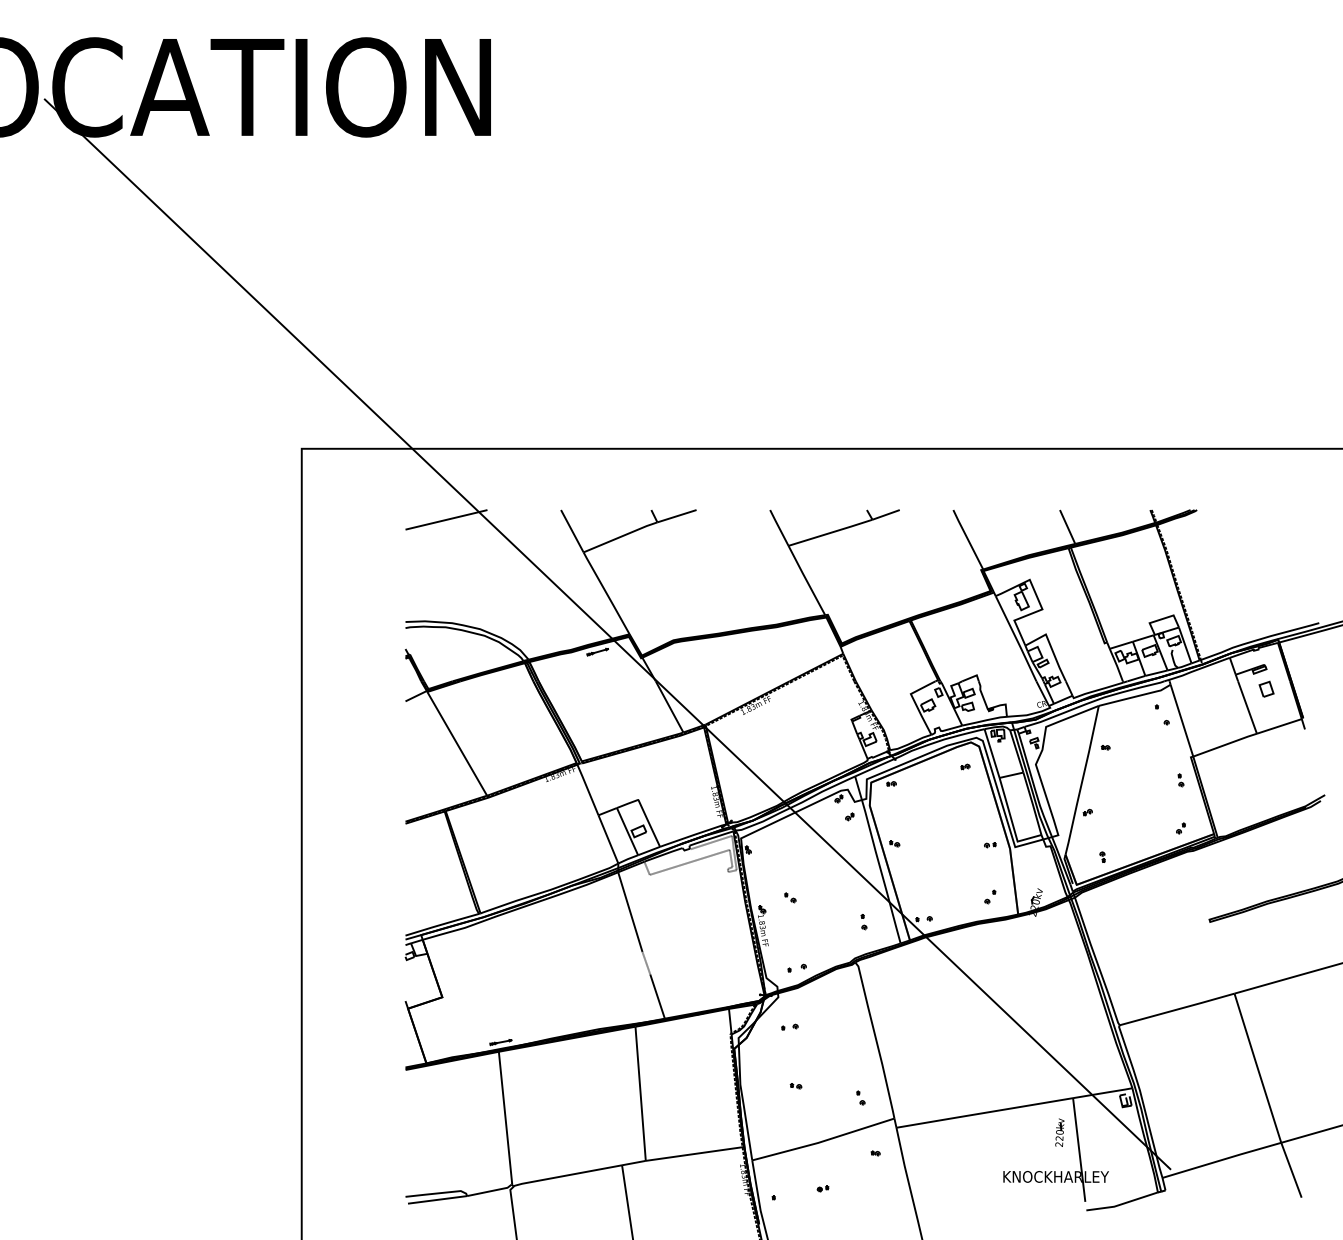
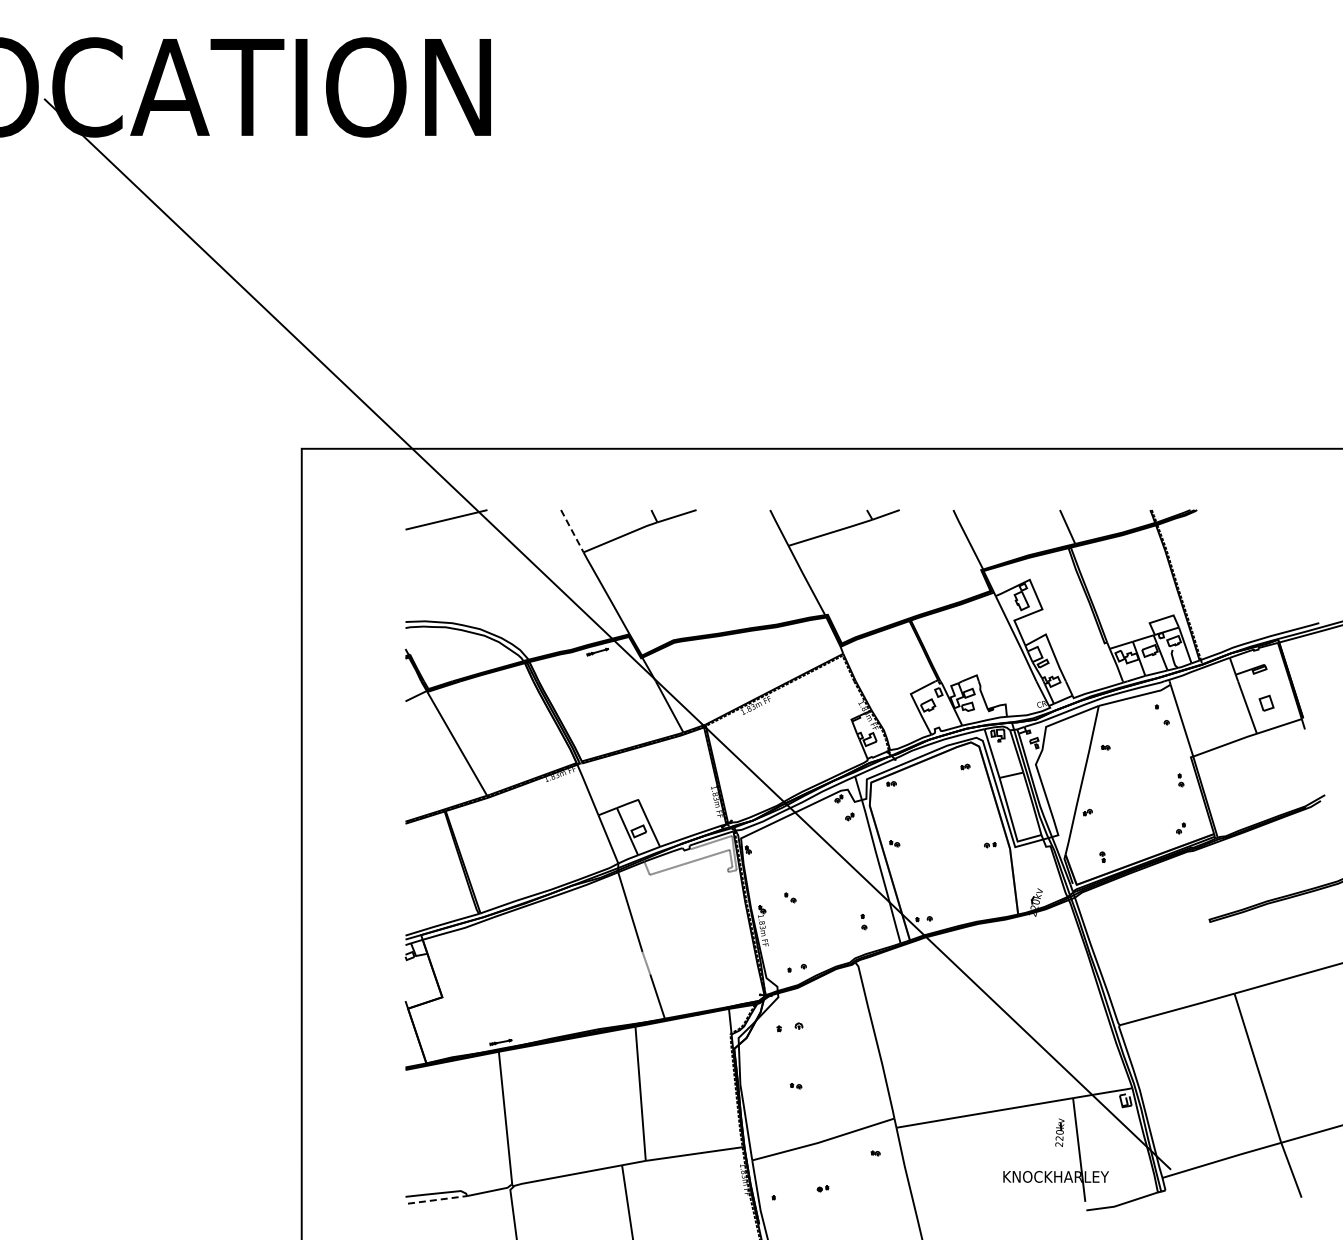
line at (572, 531): solid -> dashed
part at (1266, 688) position: (1266, 688) -> (1266, 702)
part at (990, 896): present -> none
part at (789, 1026) size: 18x8 px -> 28x11 px
part at (860, 1097): present -> none
line at (437, 1199): solid -> dashed
